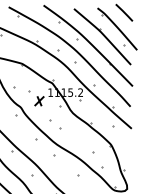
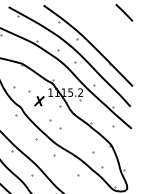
part at (105, 36): present -> none
